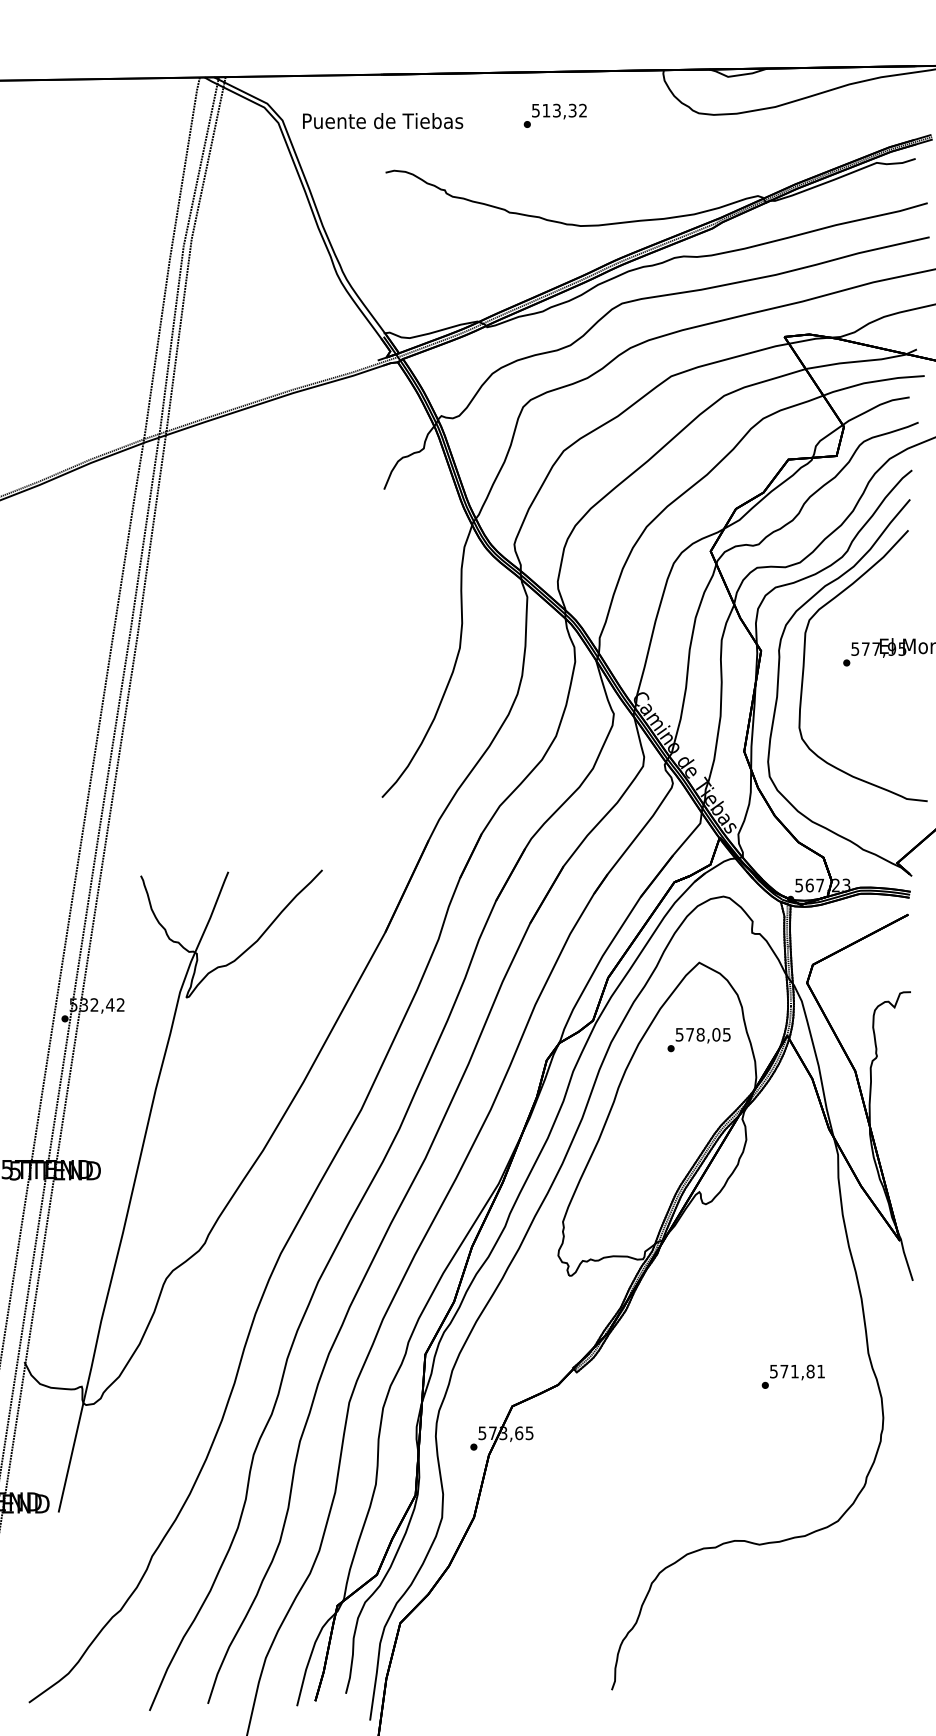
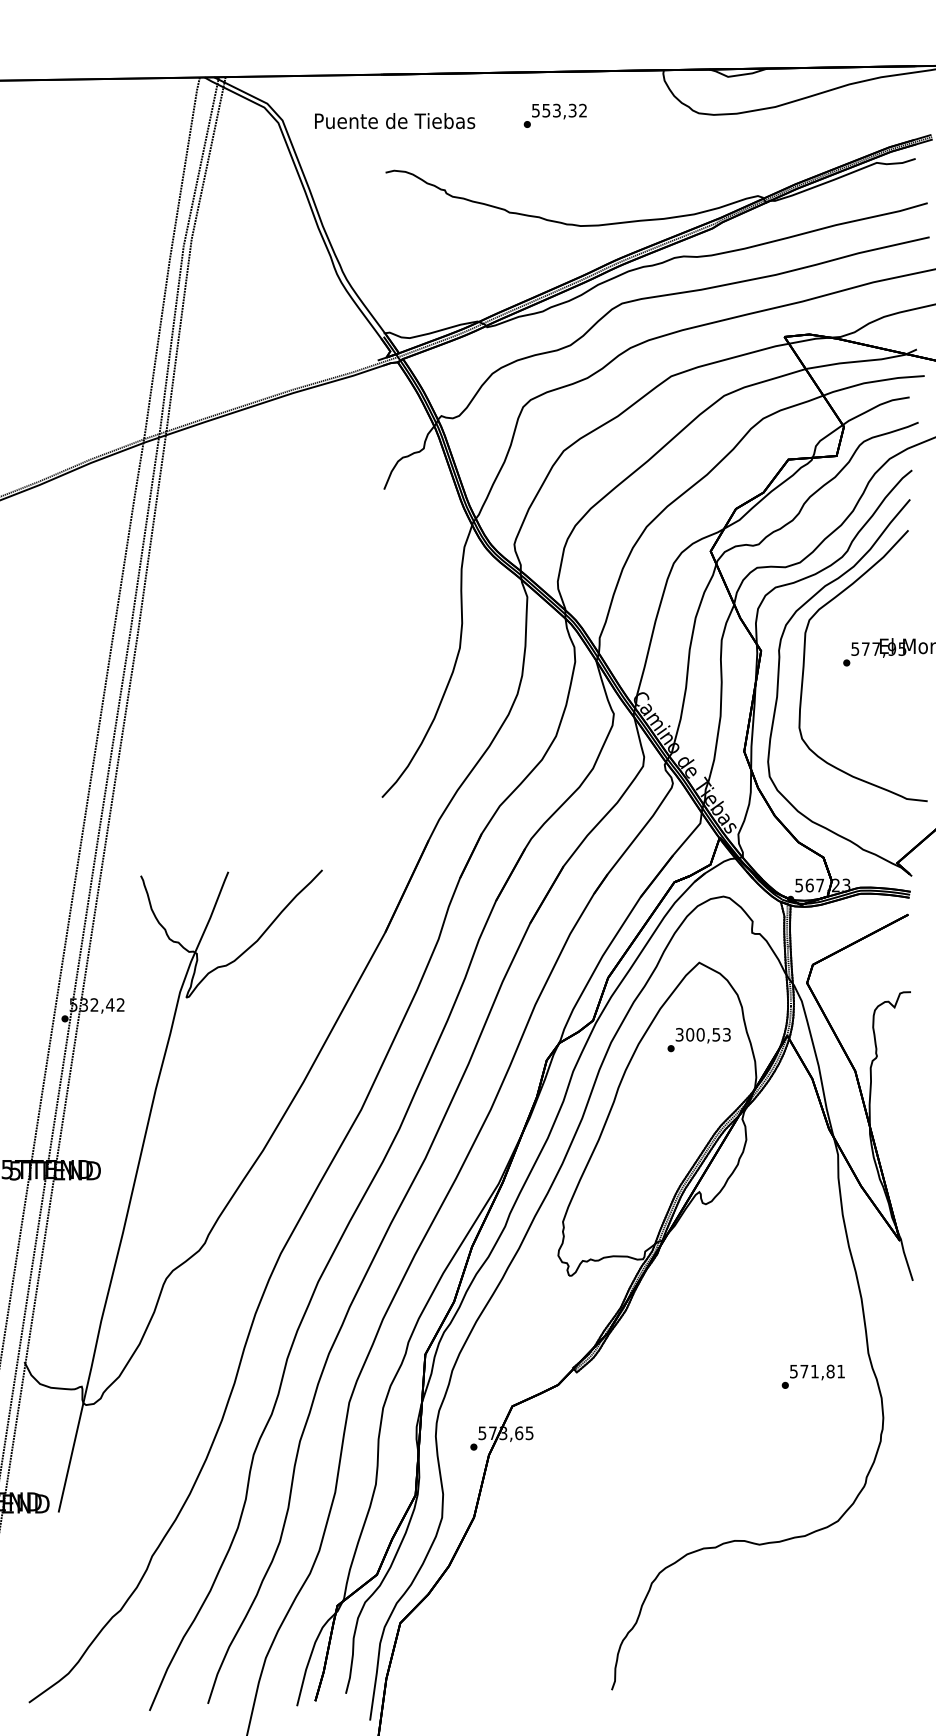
text at (546, 110): 513,32 -> 553,32
text at (383, 121) position: (383, 121) -> (395, 121)
text at (703, 1034): 578,05 -> 300,53
text at (792, 1376) position: (792, 1376) -> (812, 1376)
